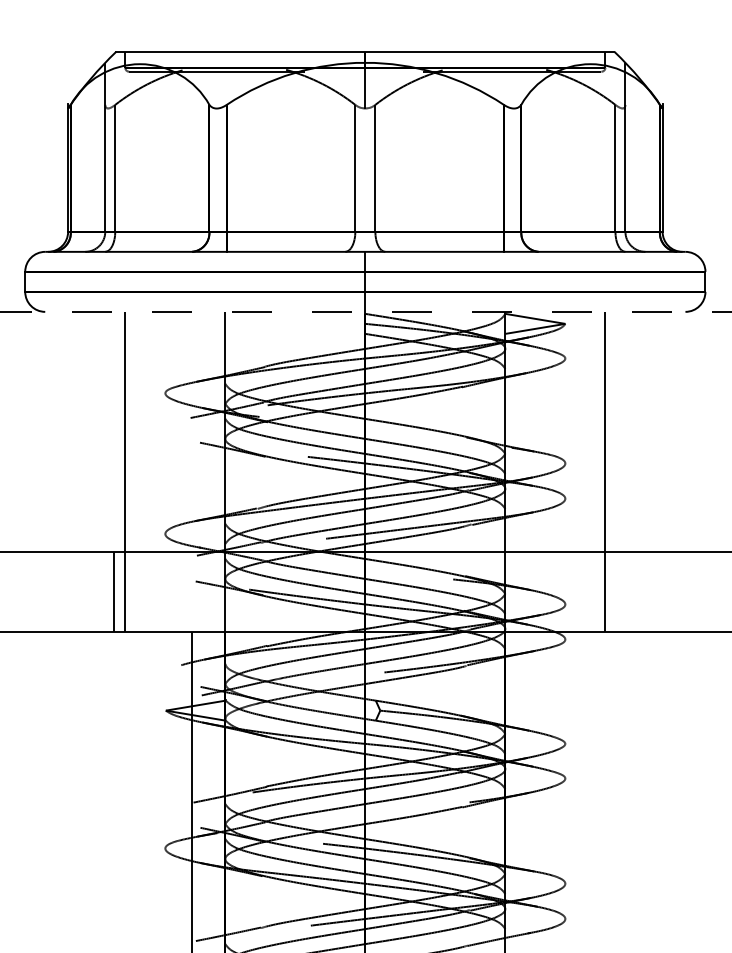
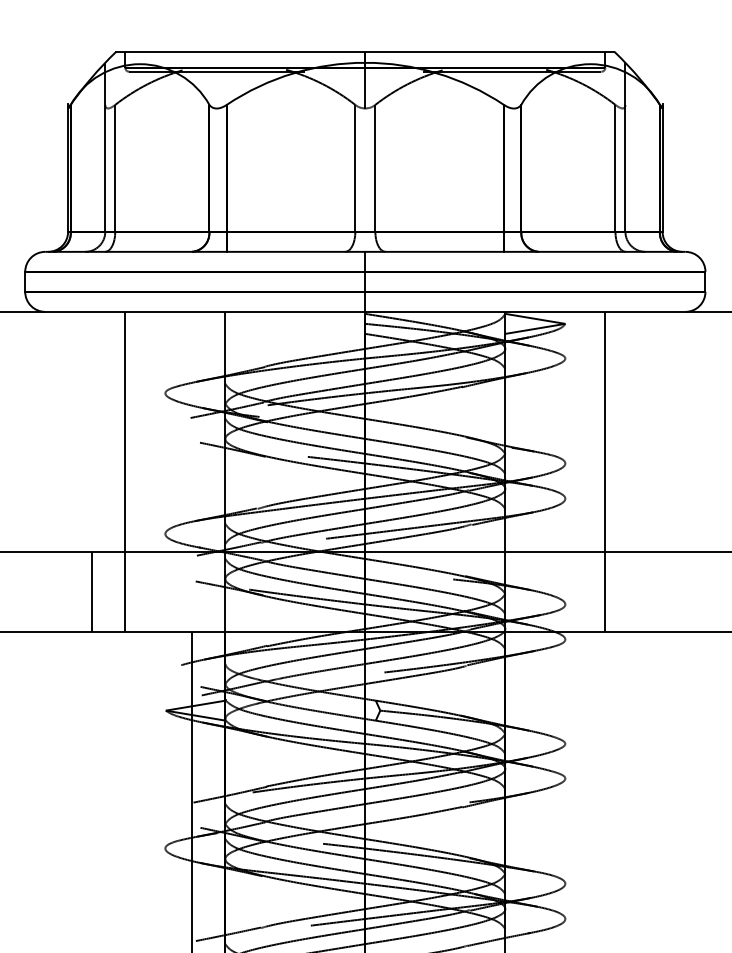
line at (366, 311): dashed -> solid
line at (113, 591) position: (113, 591) -> (91, 591)
